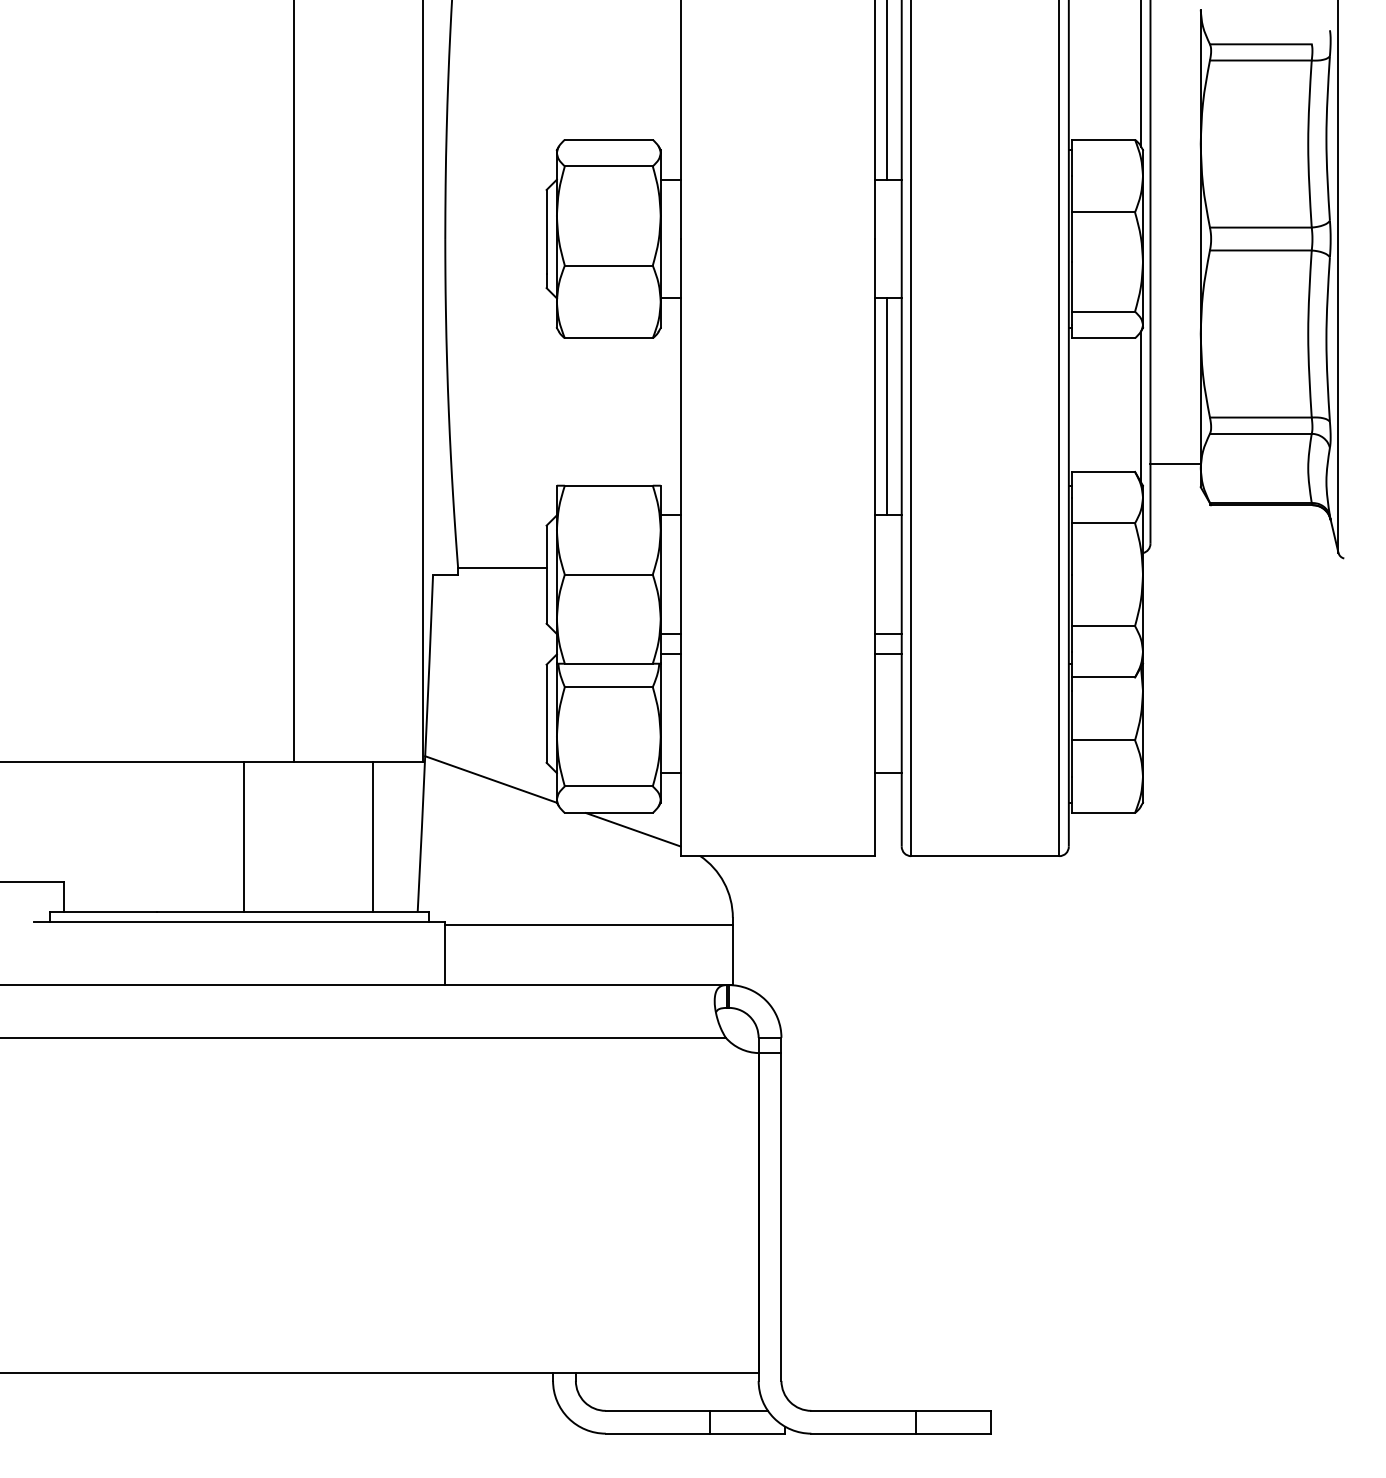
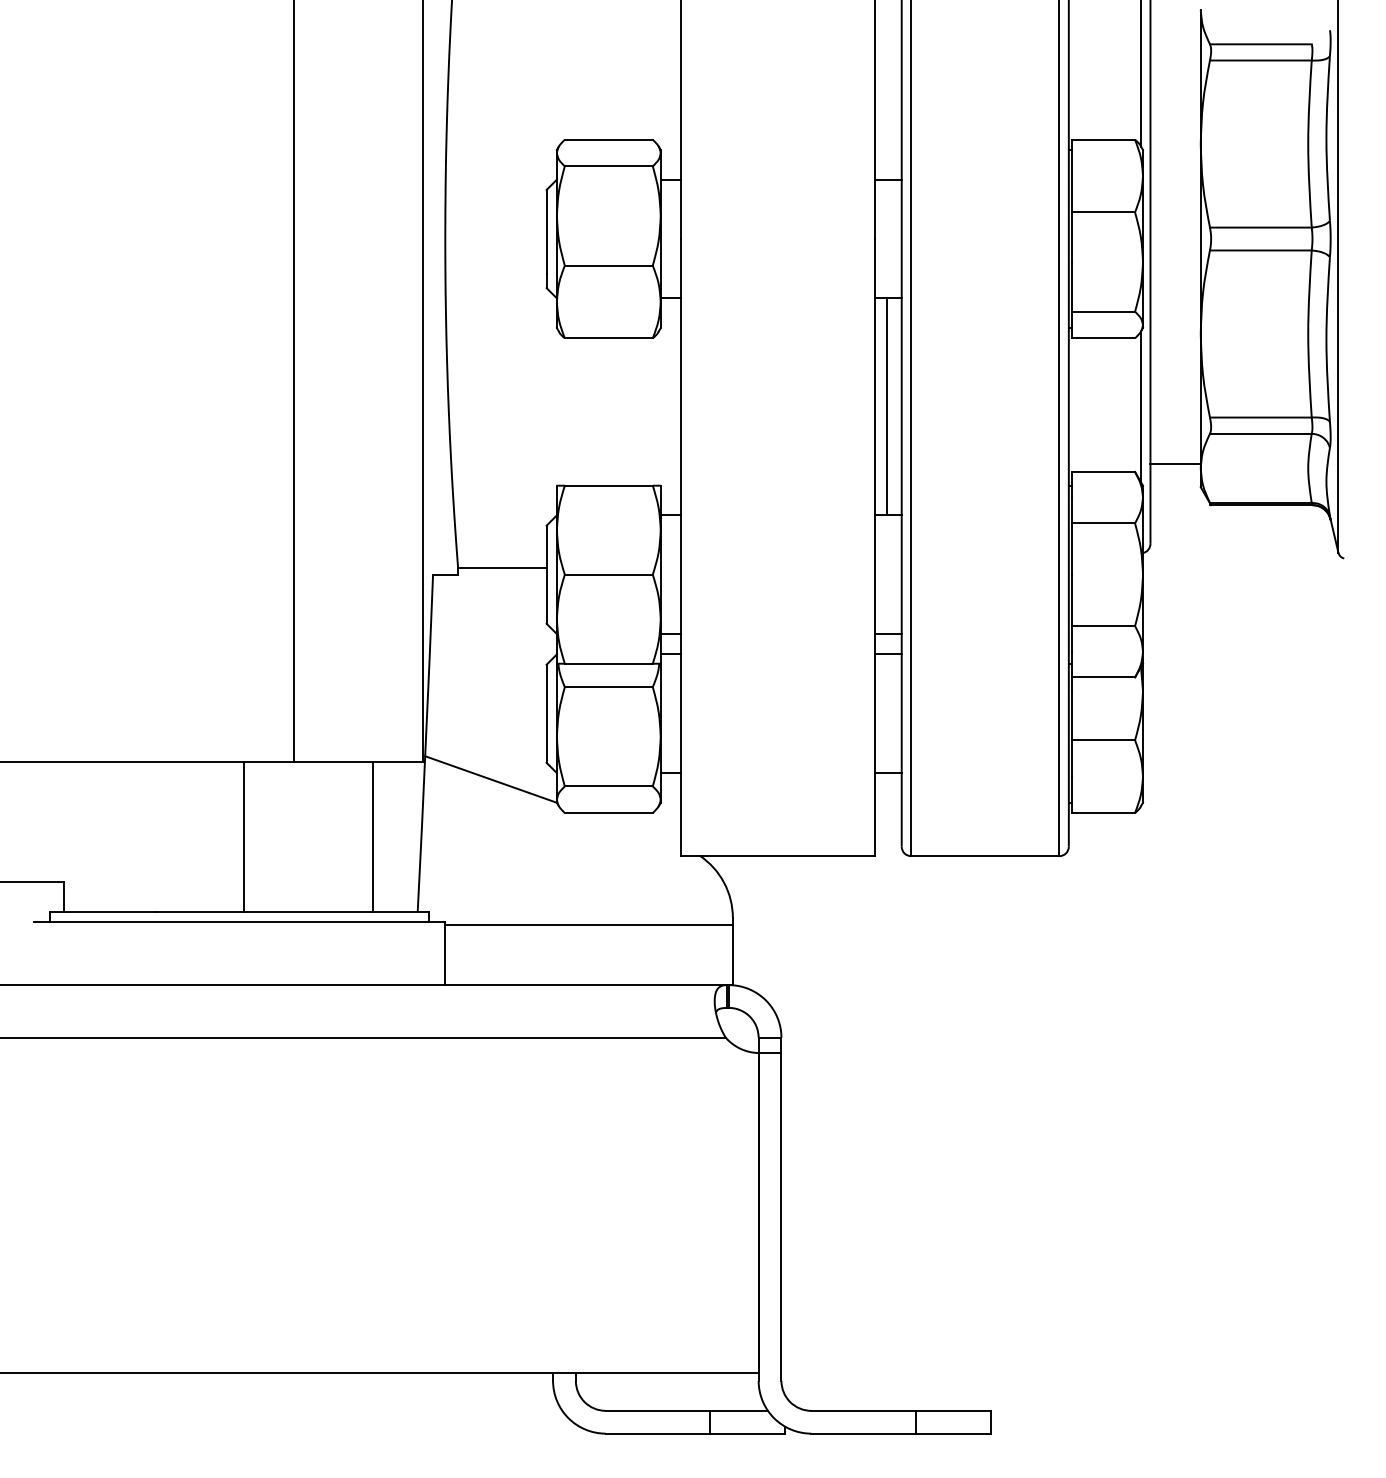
line at (886, 90): present -> none
line at (632, 829): present -> none
